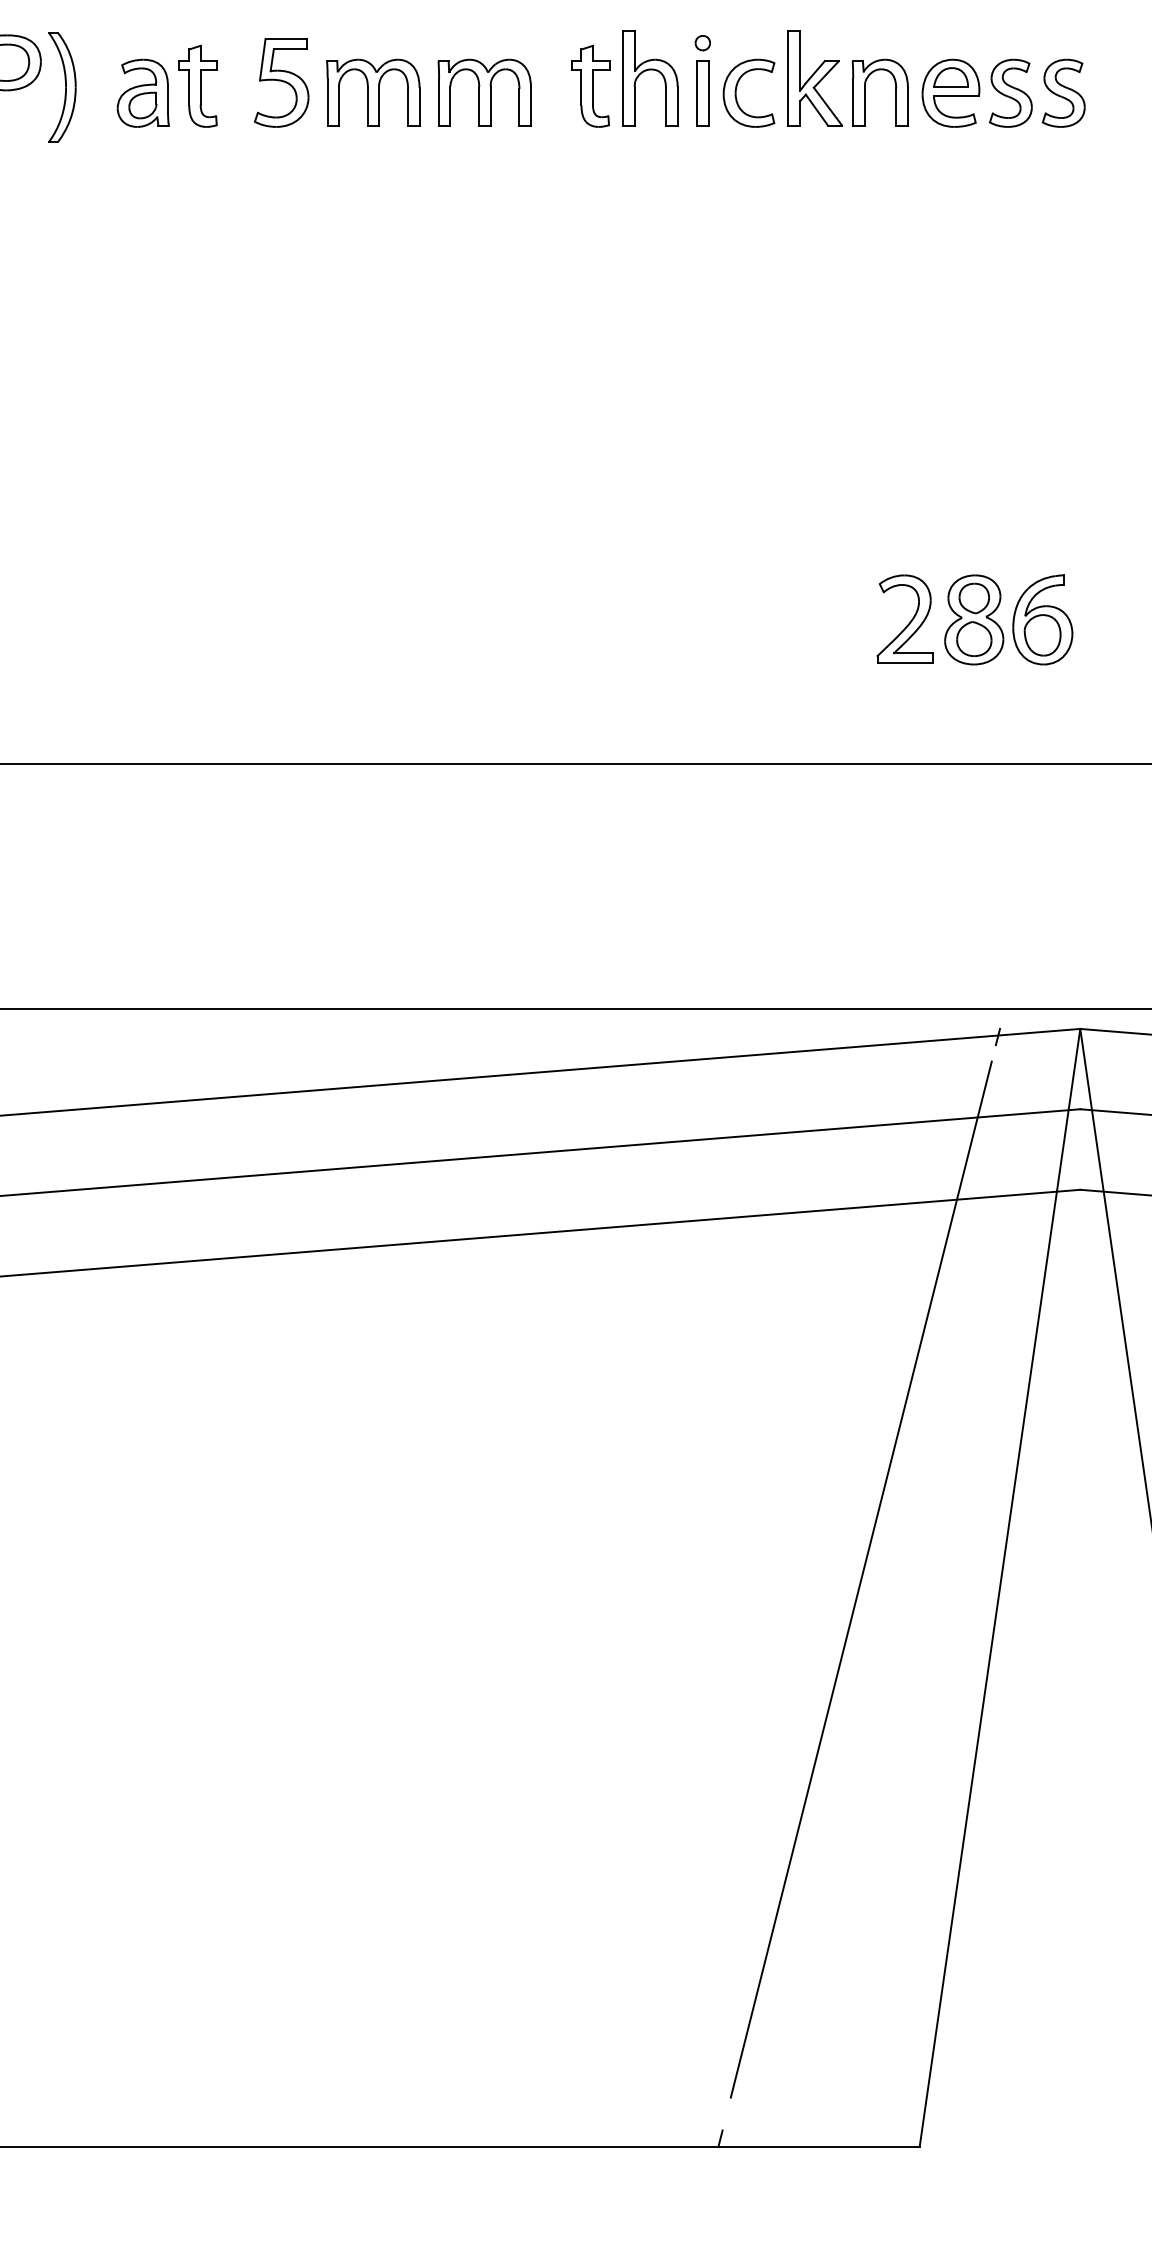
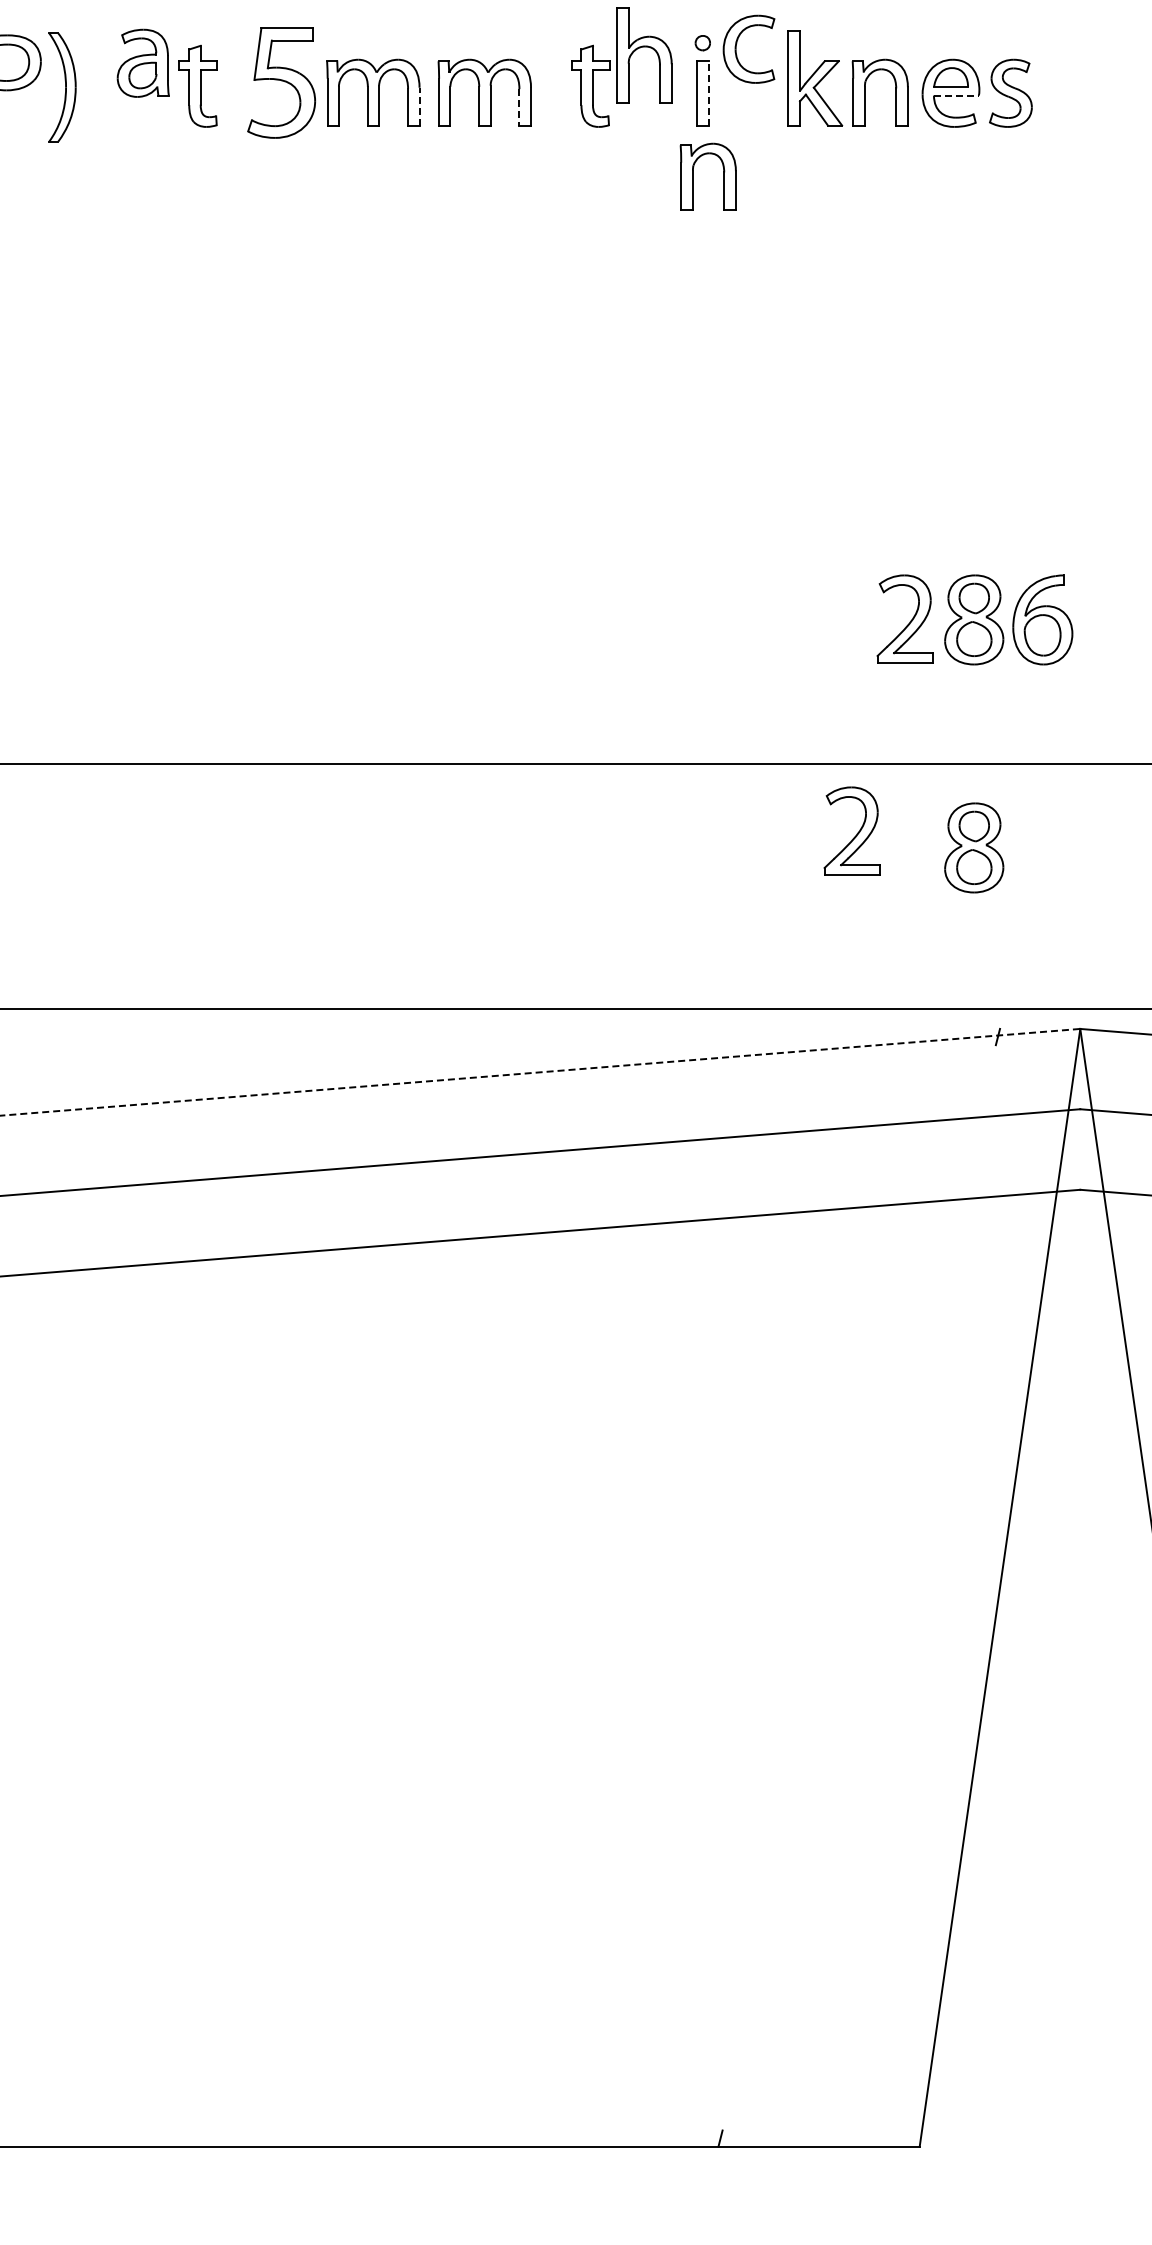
part at (650, 70) position: (650, 70) -> (644, 47)
part at (281, 82) size: 56x90 px -> 69x112 px
part at (142, 92) position: (142, 92) -> (142, 62)
line at (708, 92): solid -> dashed
part at (736, 92) position: (736, 92) -> (736, 48)
part at (1063, 92): present -> none
line at (956, 95): solid -> dashed
line at (419, 106): solid -> dashed
line at (519, 107): solid -> dashed
part at (693, 176): none -> present
part at (857, 832): none -> present
part at (974, 847): none -> present
line at (541, 1072): solid -> dashed
line at (860, 1579): present -> none
